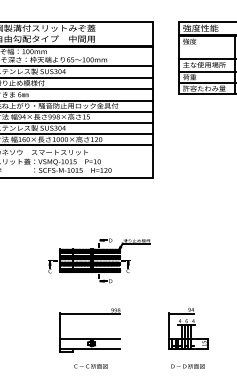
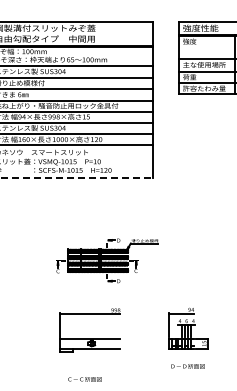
line at (76, 177): solid -> dashed
part at (99, 260) position: (99, 260) -> (107, 260)
text at (90, 366) position: (90, 366) -> (84, 379)
